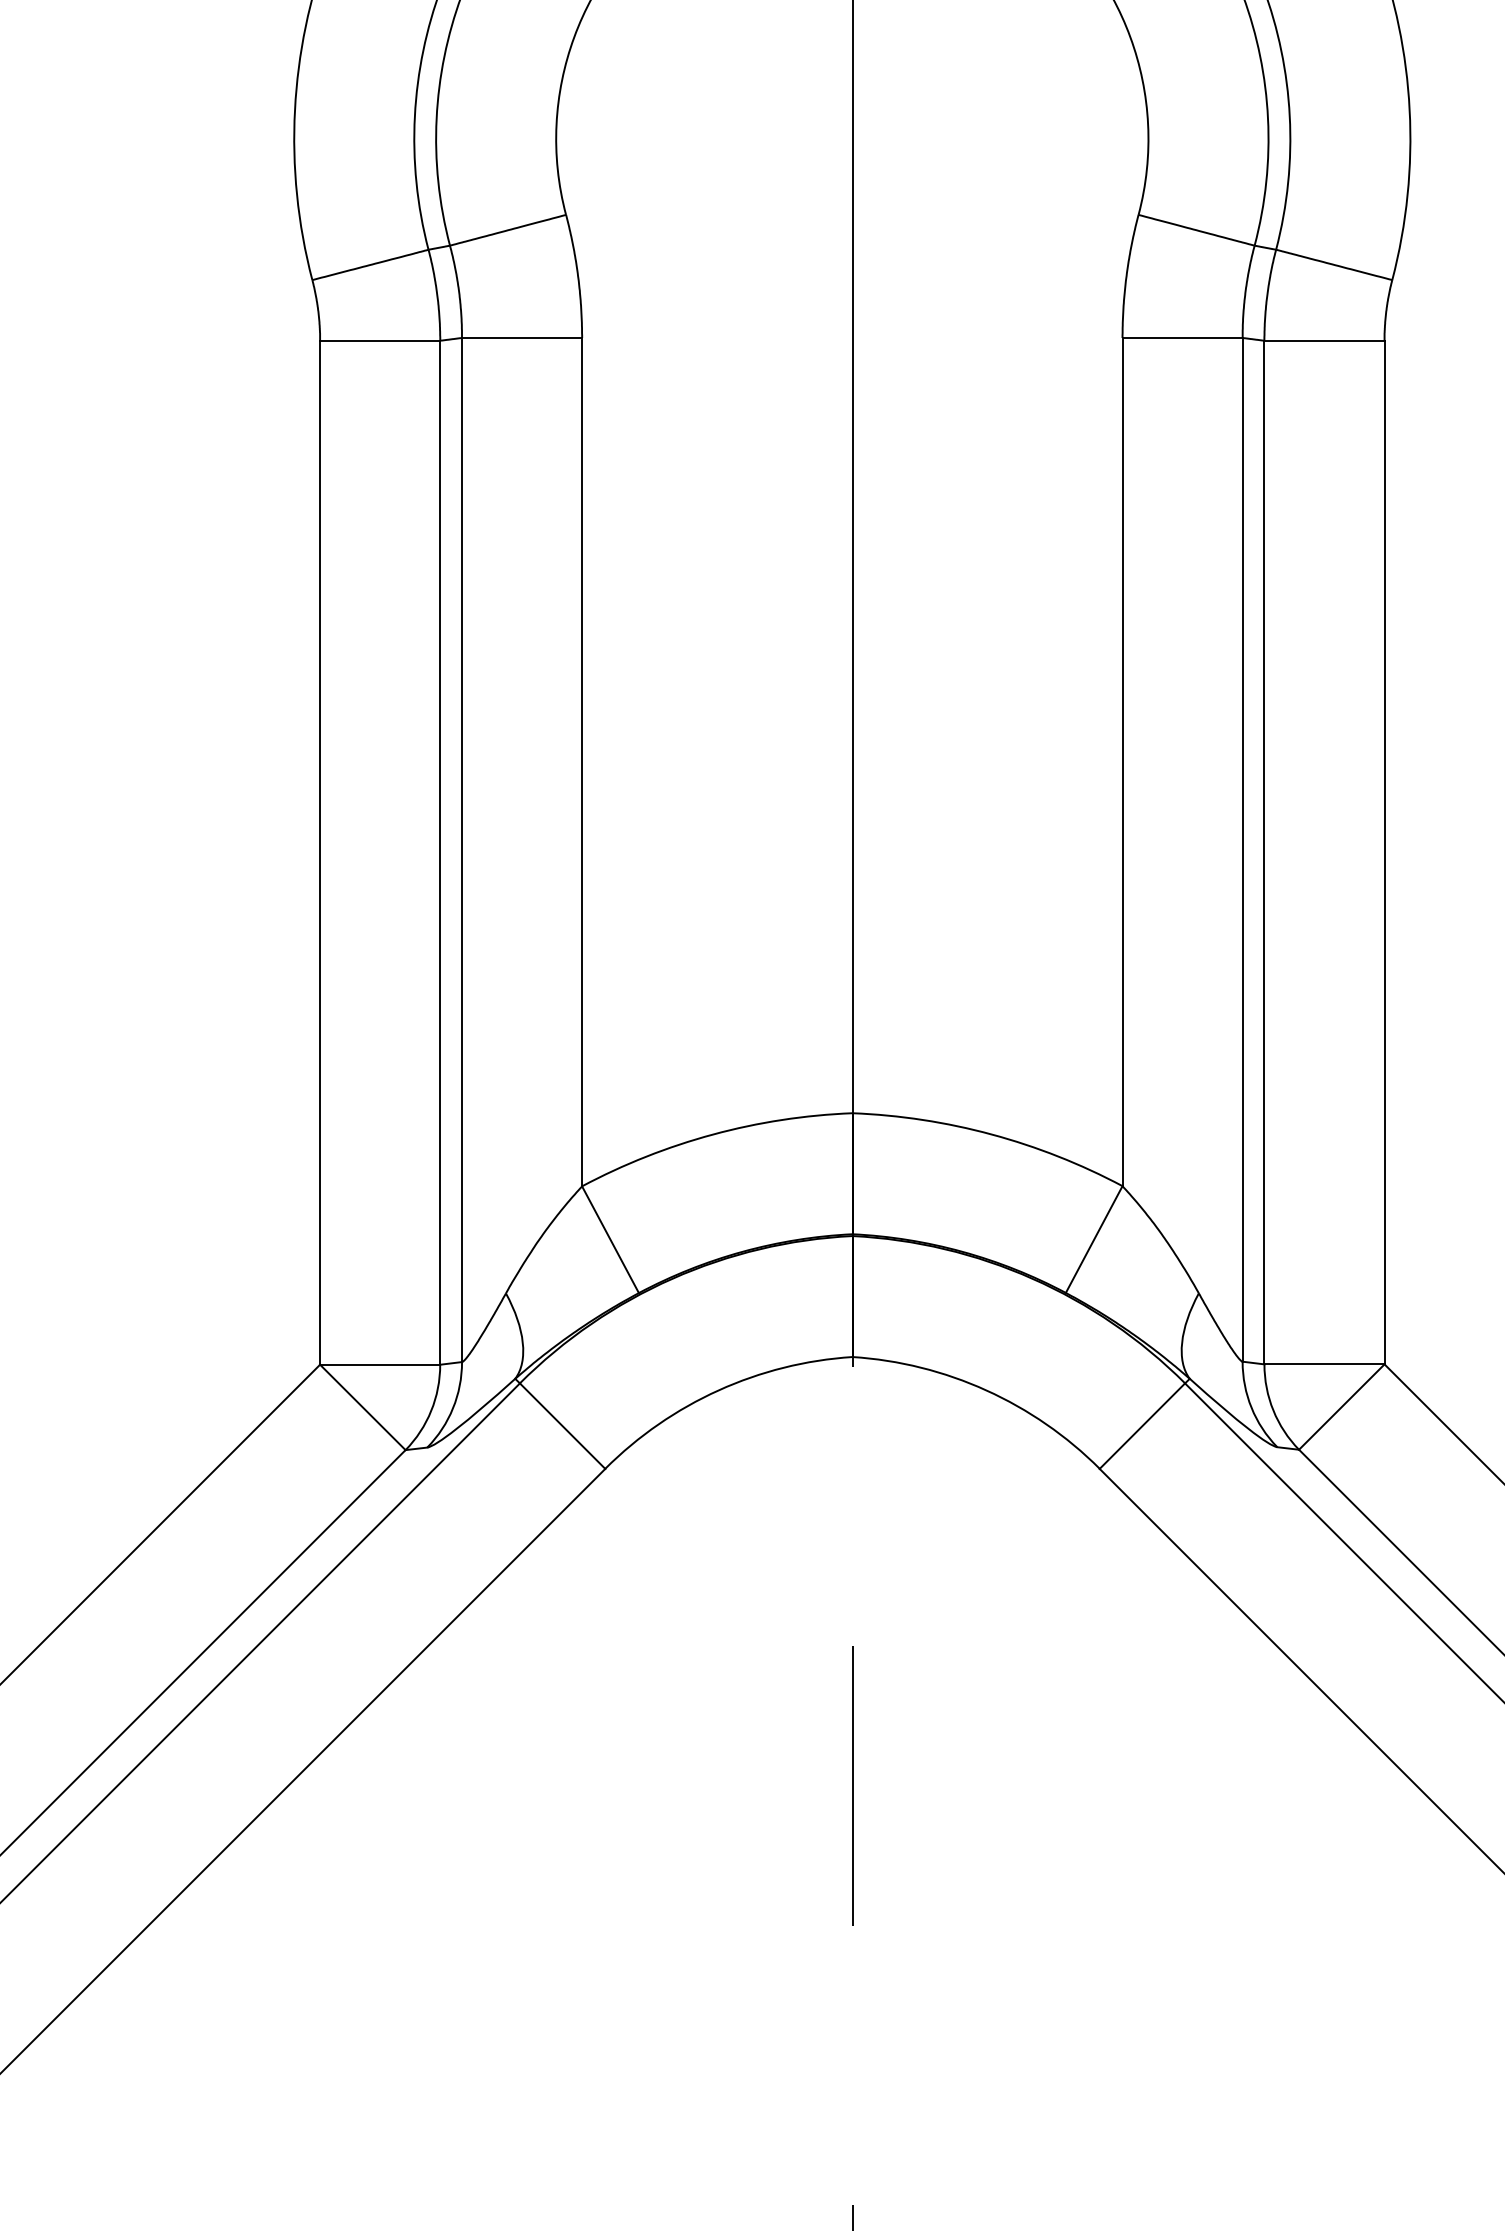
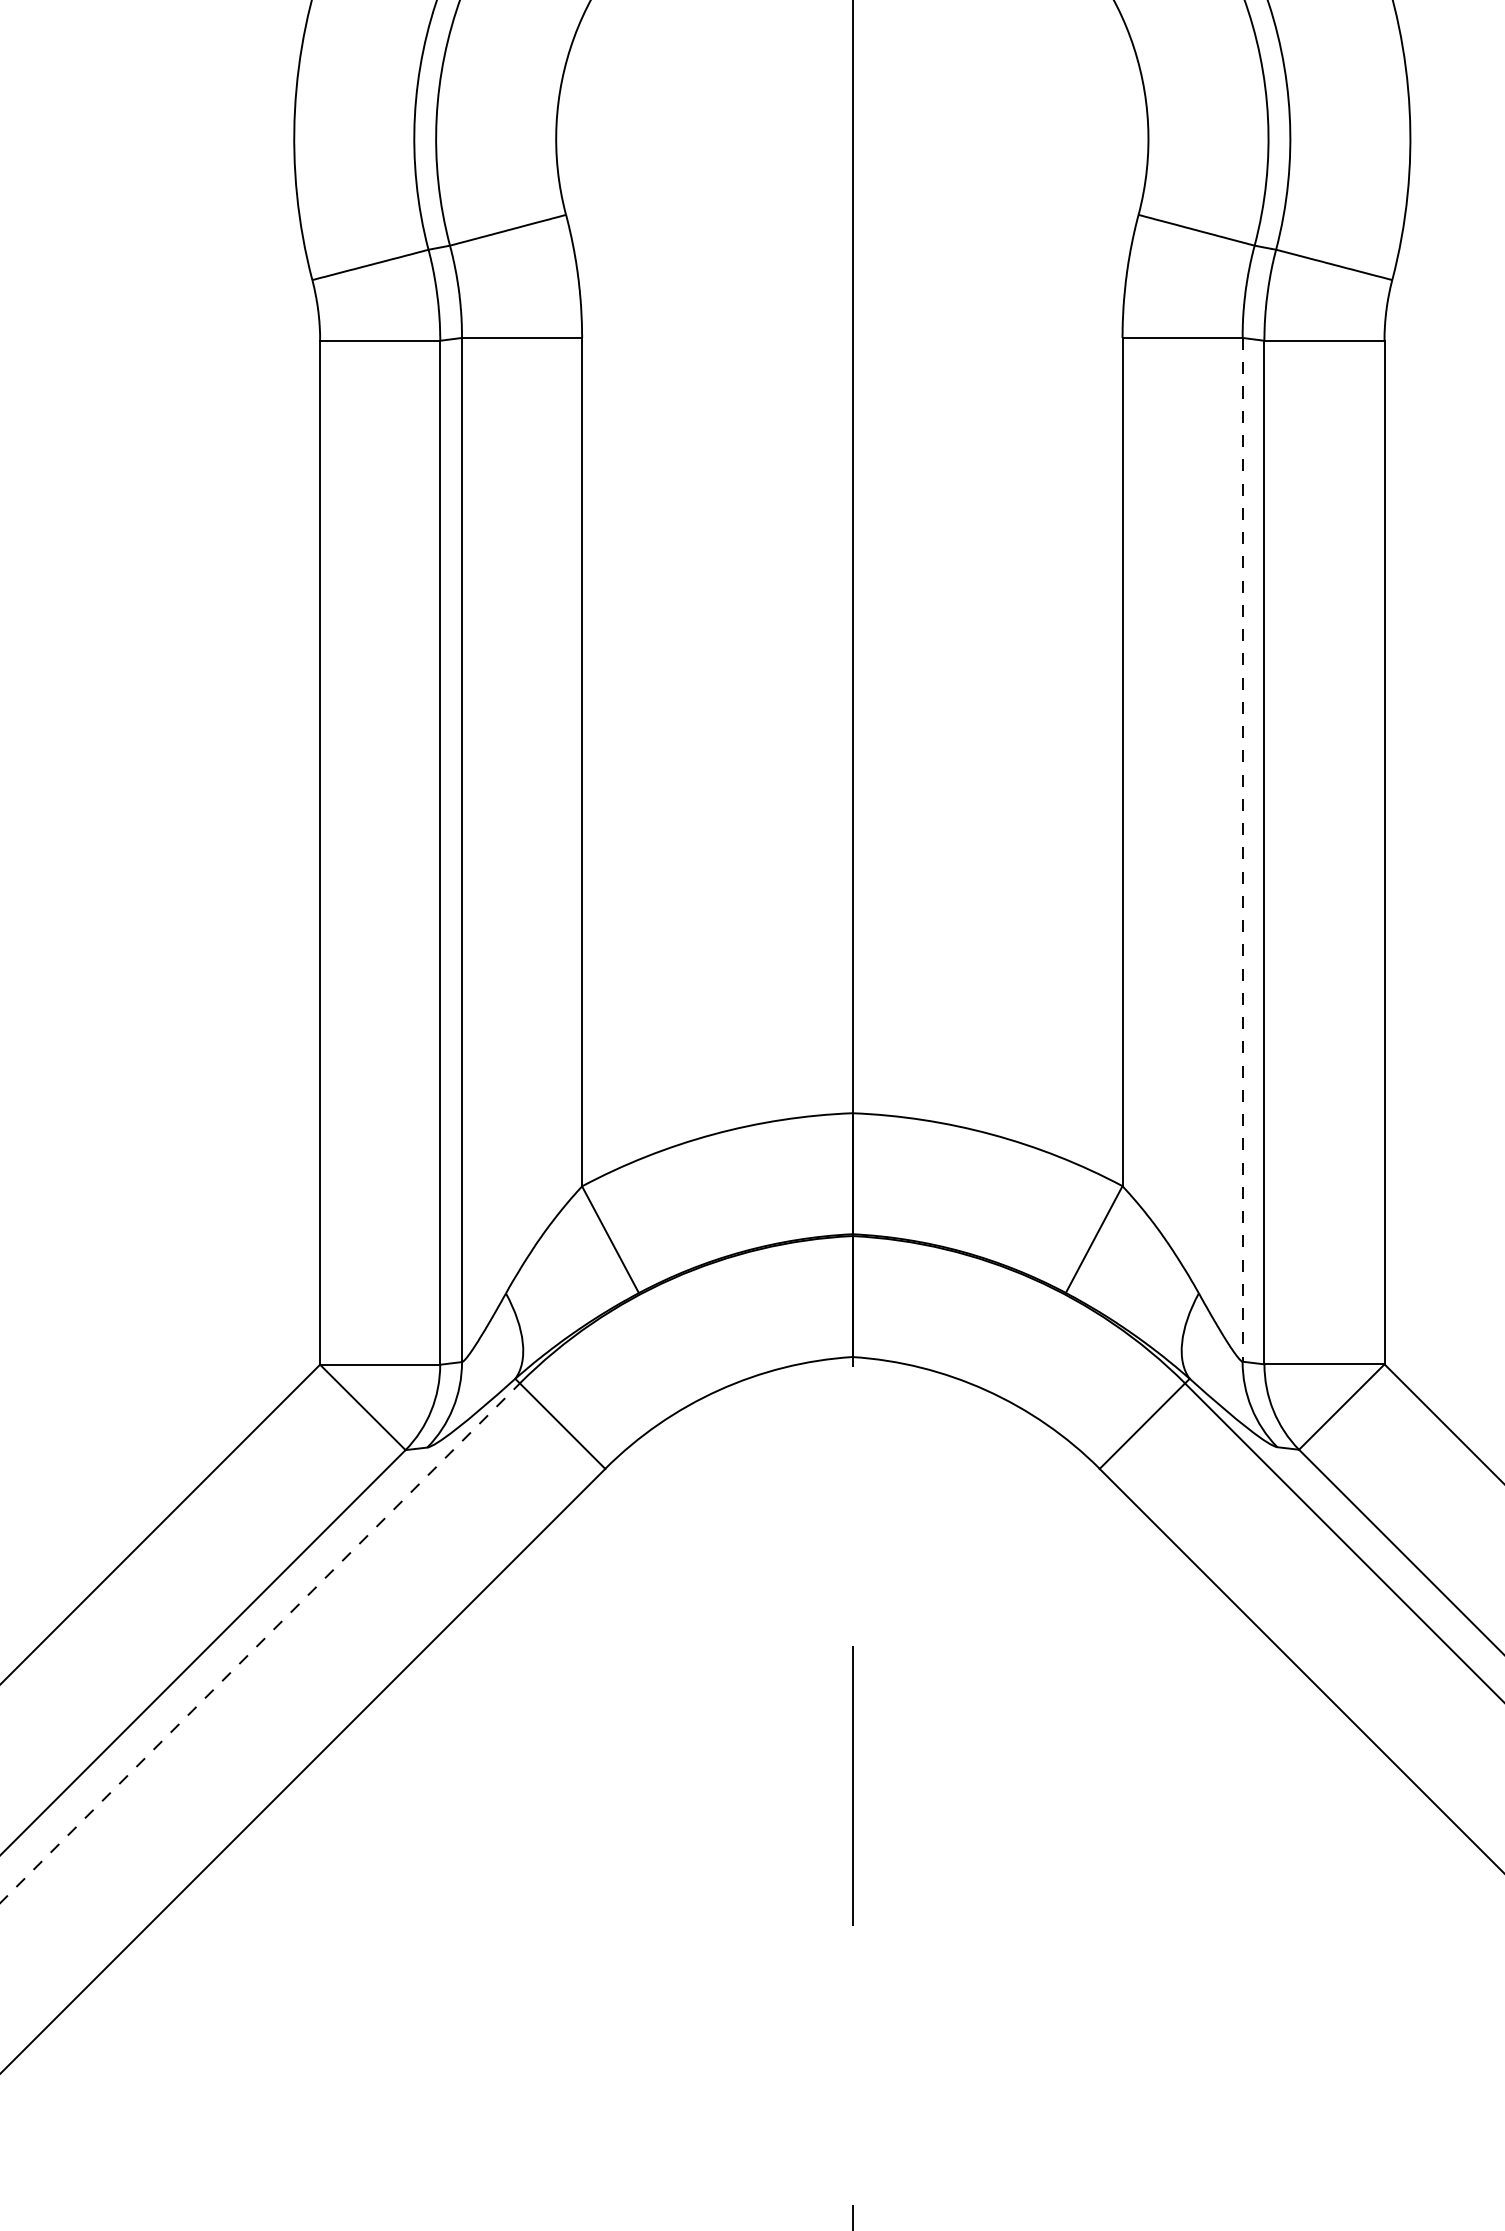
line at (1242, 849): solid -> dashed
line at (260, 1642): solid -> dashed
